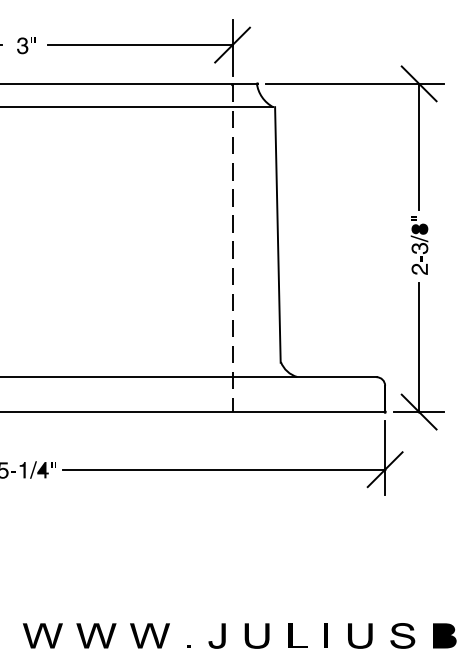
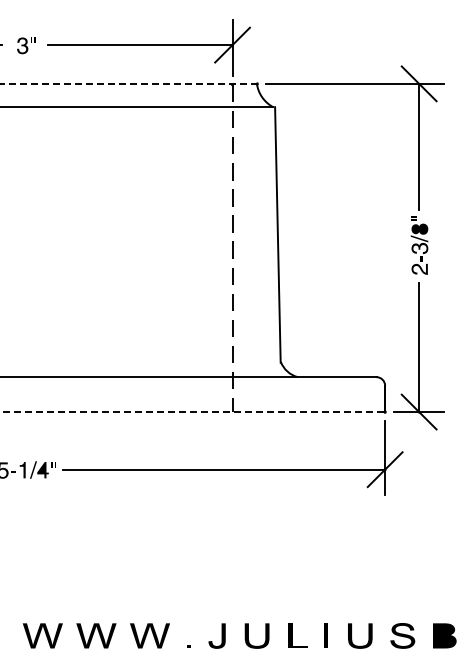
line at (128, 83): solid -> dashed
line at (193, 412): solid -> dashed
